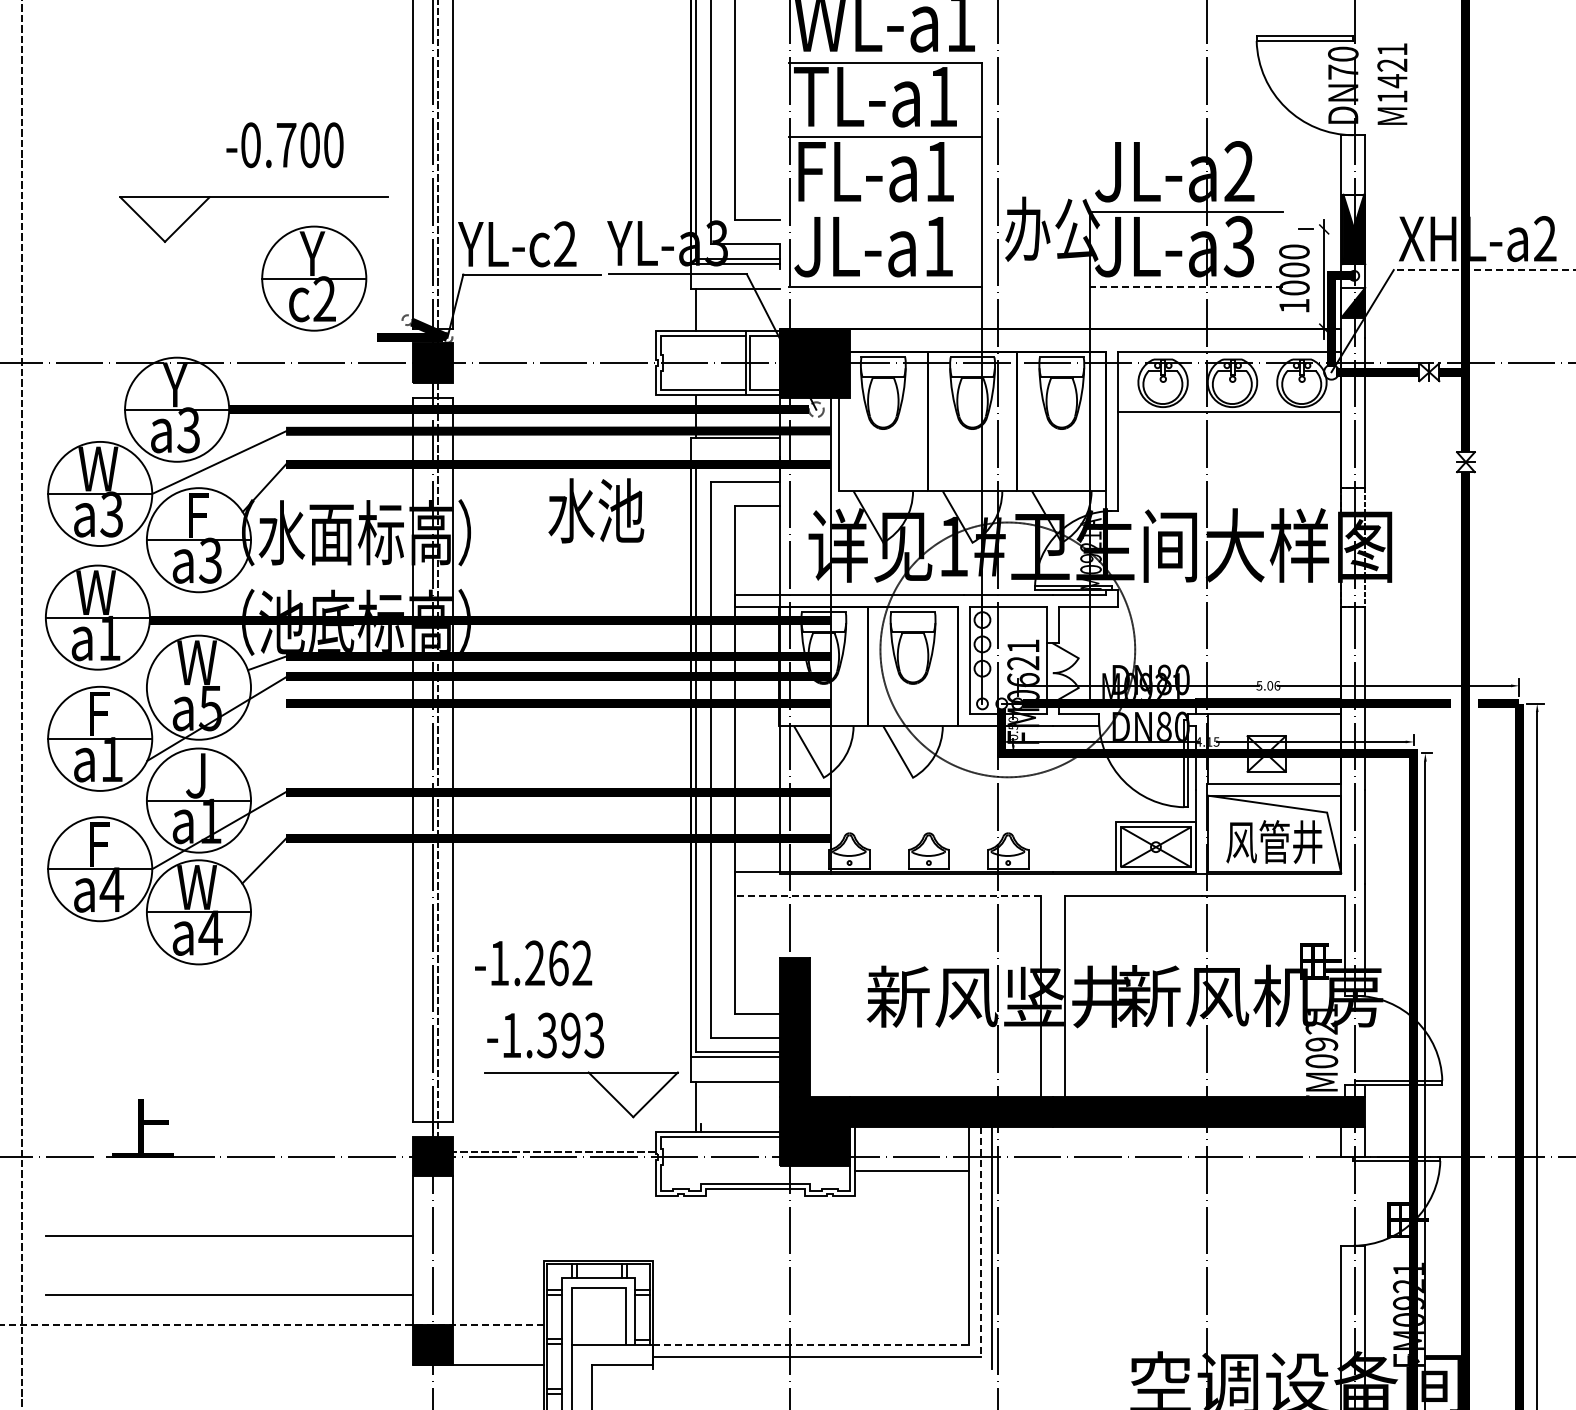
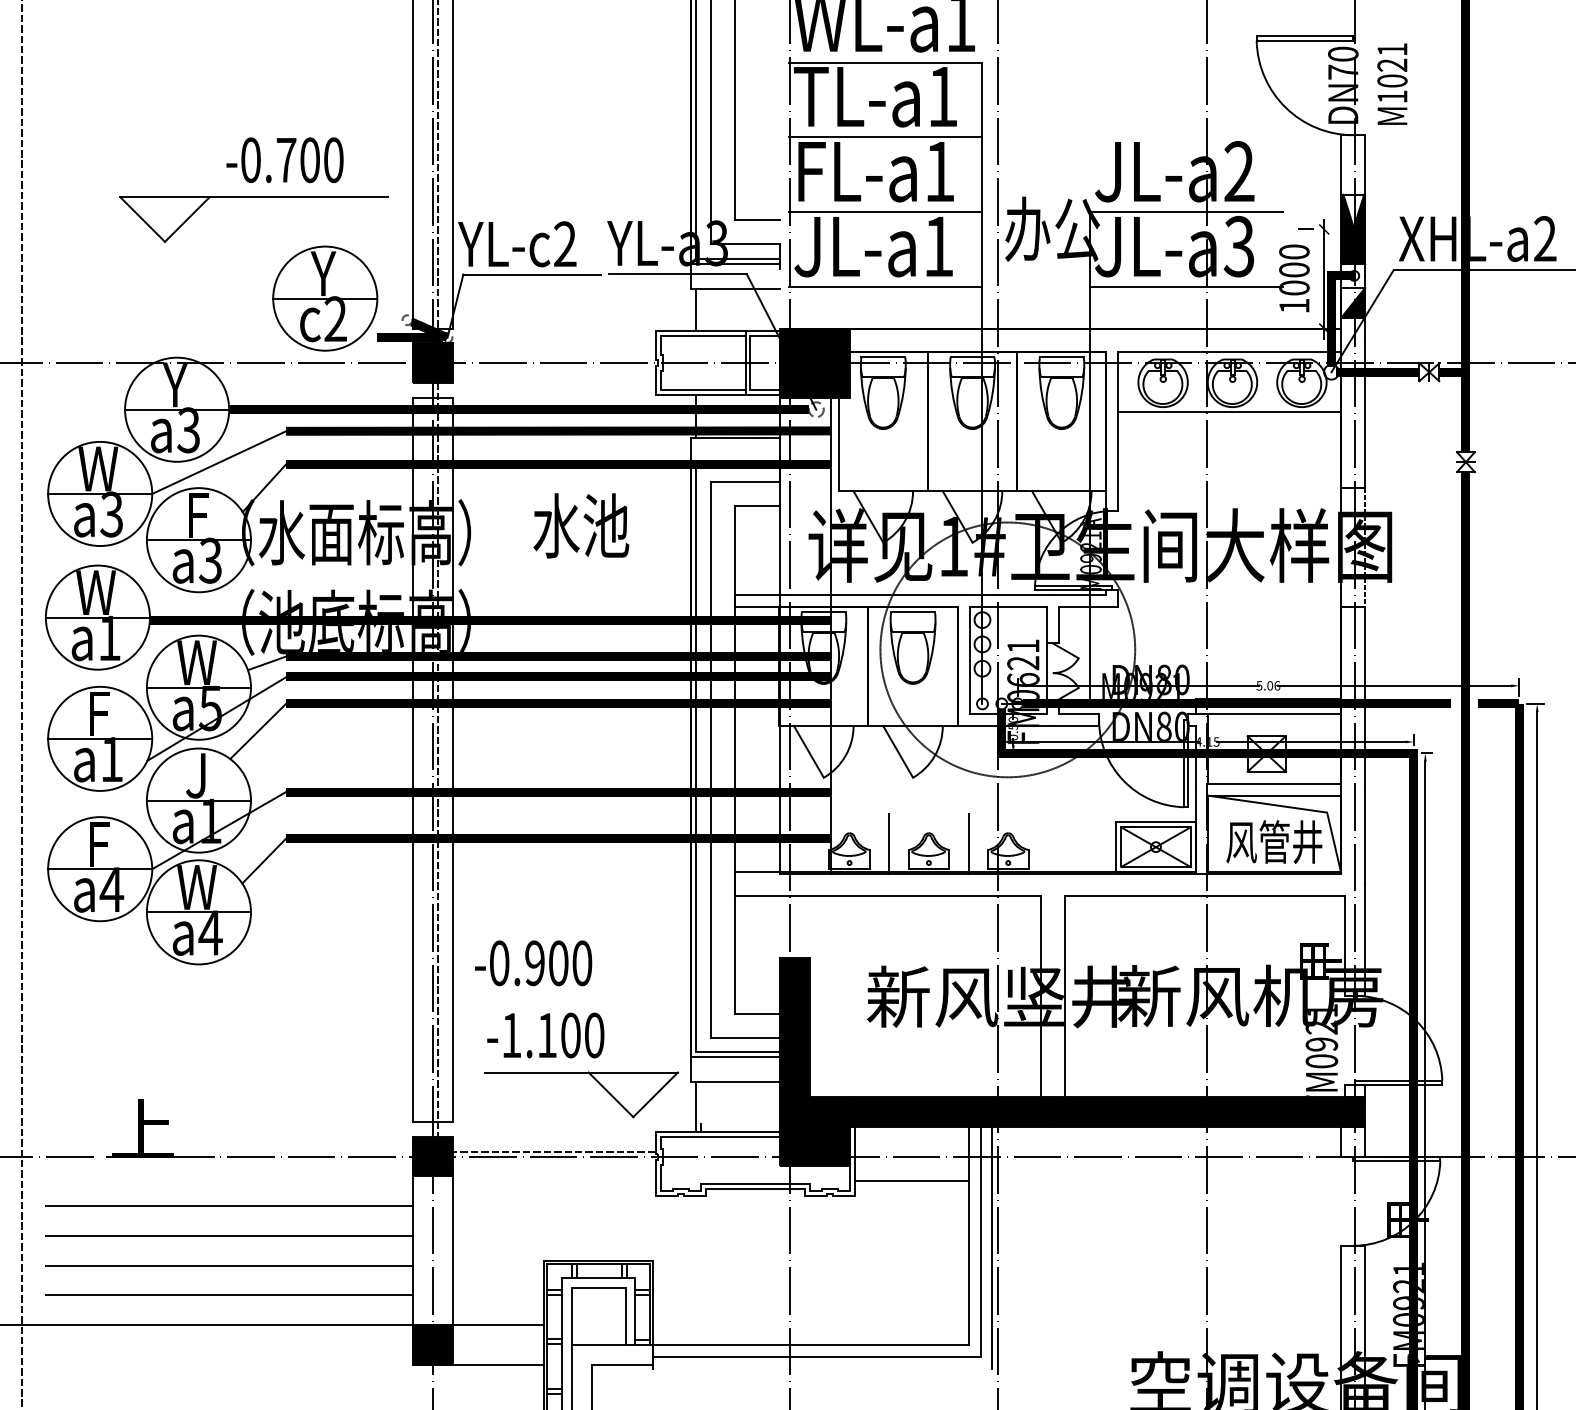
text at (1392, 81): M1421 -> M1021
text at (284, 145) position: (284, 145) -> (284, 160)
line at (885, 212): none -> present
line at (1484, 270): dashed -> solid
part at (314, 278) position: (314, 278) -> (325, 298)
line at (1186, 287): dashed -> solid
text at (596, 510) position: (596, 510) -> (581, 525)
line at (198, 687): none -> present
line at (258, 731): none -> present
line at (889, 843): none -> present
line at (968, 843): none -> present
line at (887, 895): dashed -> solid
text at (541, 963): -1.262 -> -0.900
text at (570, 1035): -1.393 -> -1.100
line at (911, 1171) position: (911, 1171) -> (911, 1181)
line at (229, 1206): none -> present
line at (980, 1242): dashed -> solid
line at (229, 1265): none -> present
line at (272, 1325): dashed -> solid
line at (810, 1344): dashed -> solid
